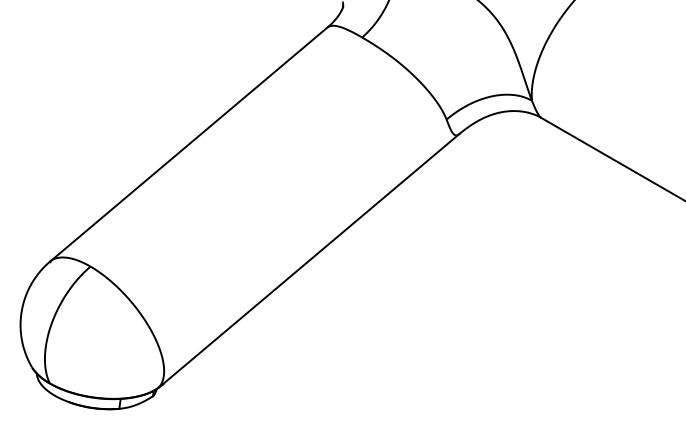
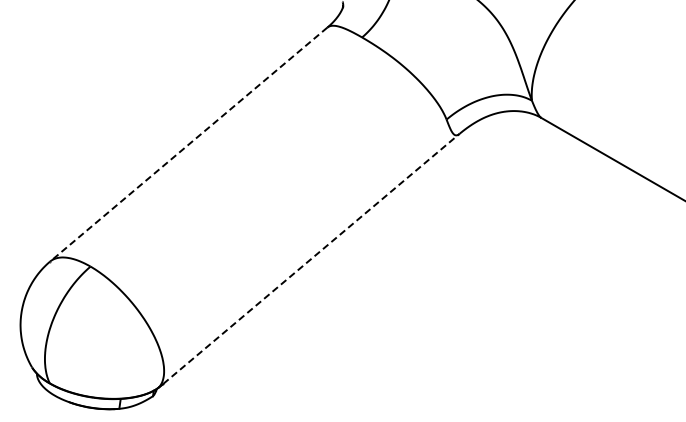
line at (188, 144): solid -> dashed
line at (311, 258): solid -> dashed
